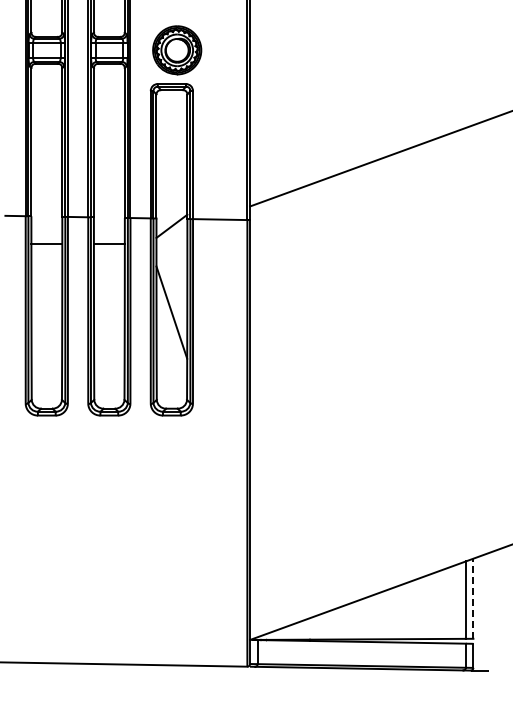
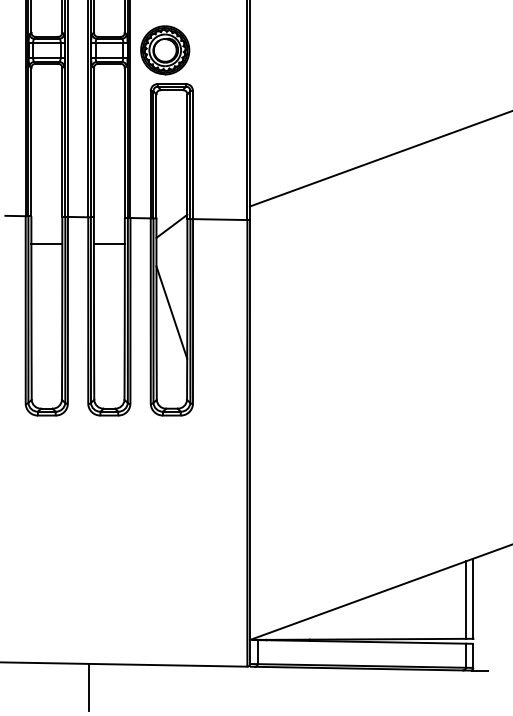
part at (177, 50) position: (177, 50) -> (165, 50)
line at (473, 598): dashed -> solid
line at (89, 686): none -> present
